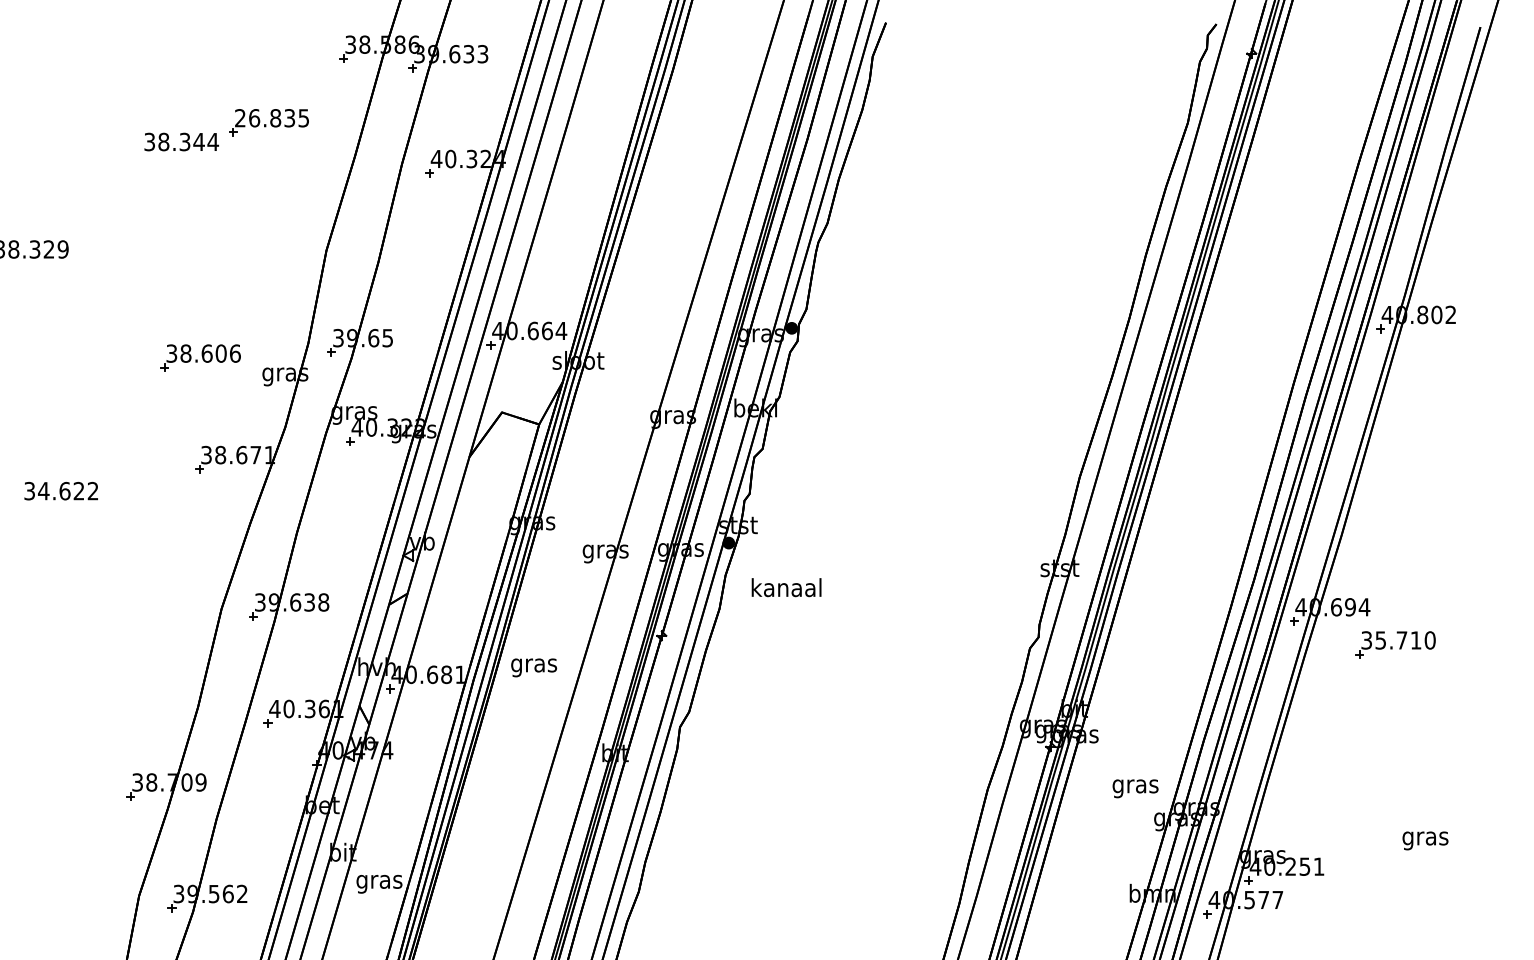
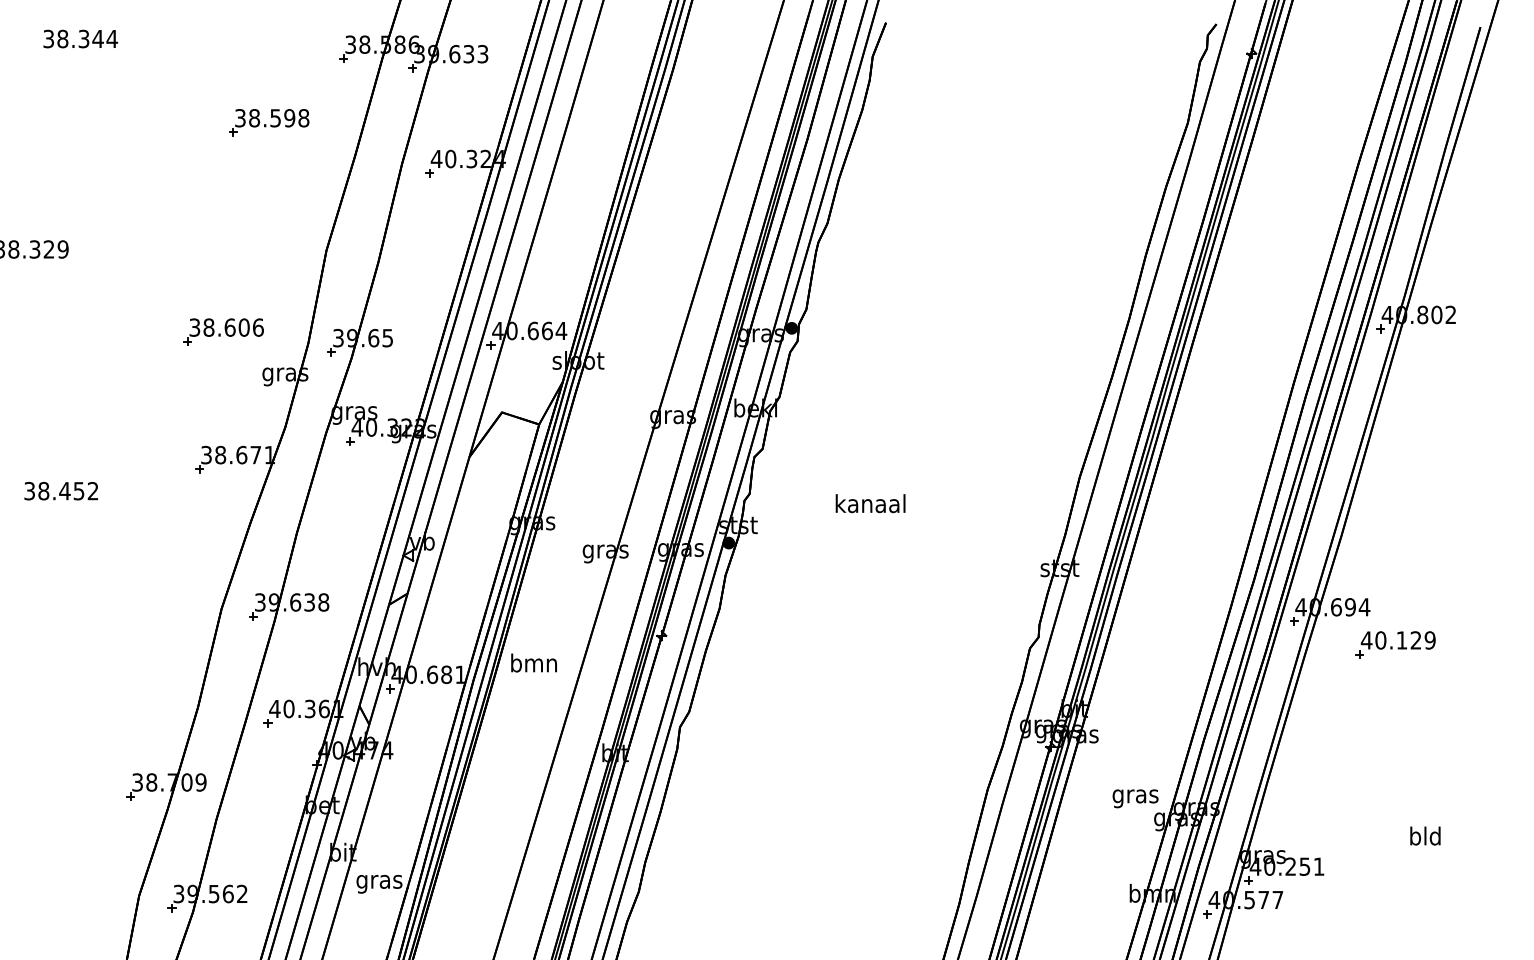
text at (272, 118): 26.835 -> 38.598
text at (181, 141) position: (181, 141) -> (80, 38)
part at (200, 357) position: (200, 357) -> (223, 331)
text at (61, 490): 34.622 -> 38.452
text at (786, 587) position: (786, 587) -> (870, 503)
text at (1397, 640): 35.710 -> 40.129
text at (533, 665): gras -> bmn
text at (1135, 788) position: (1135, 788) -> (1135, 798)
text at (1425, 838): gras -> bld
